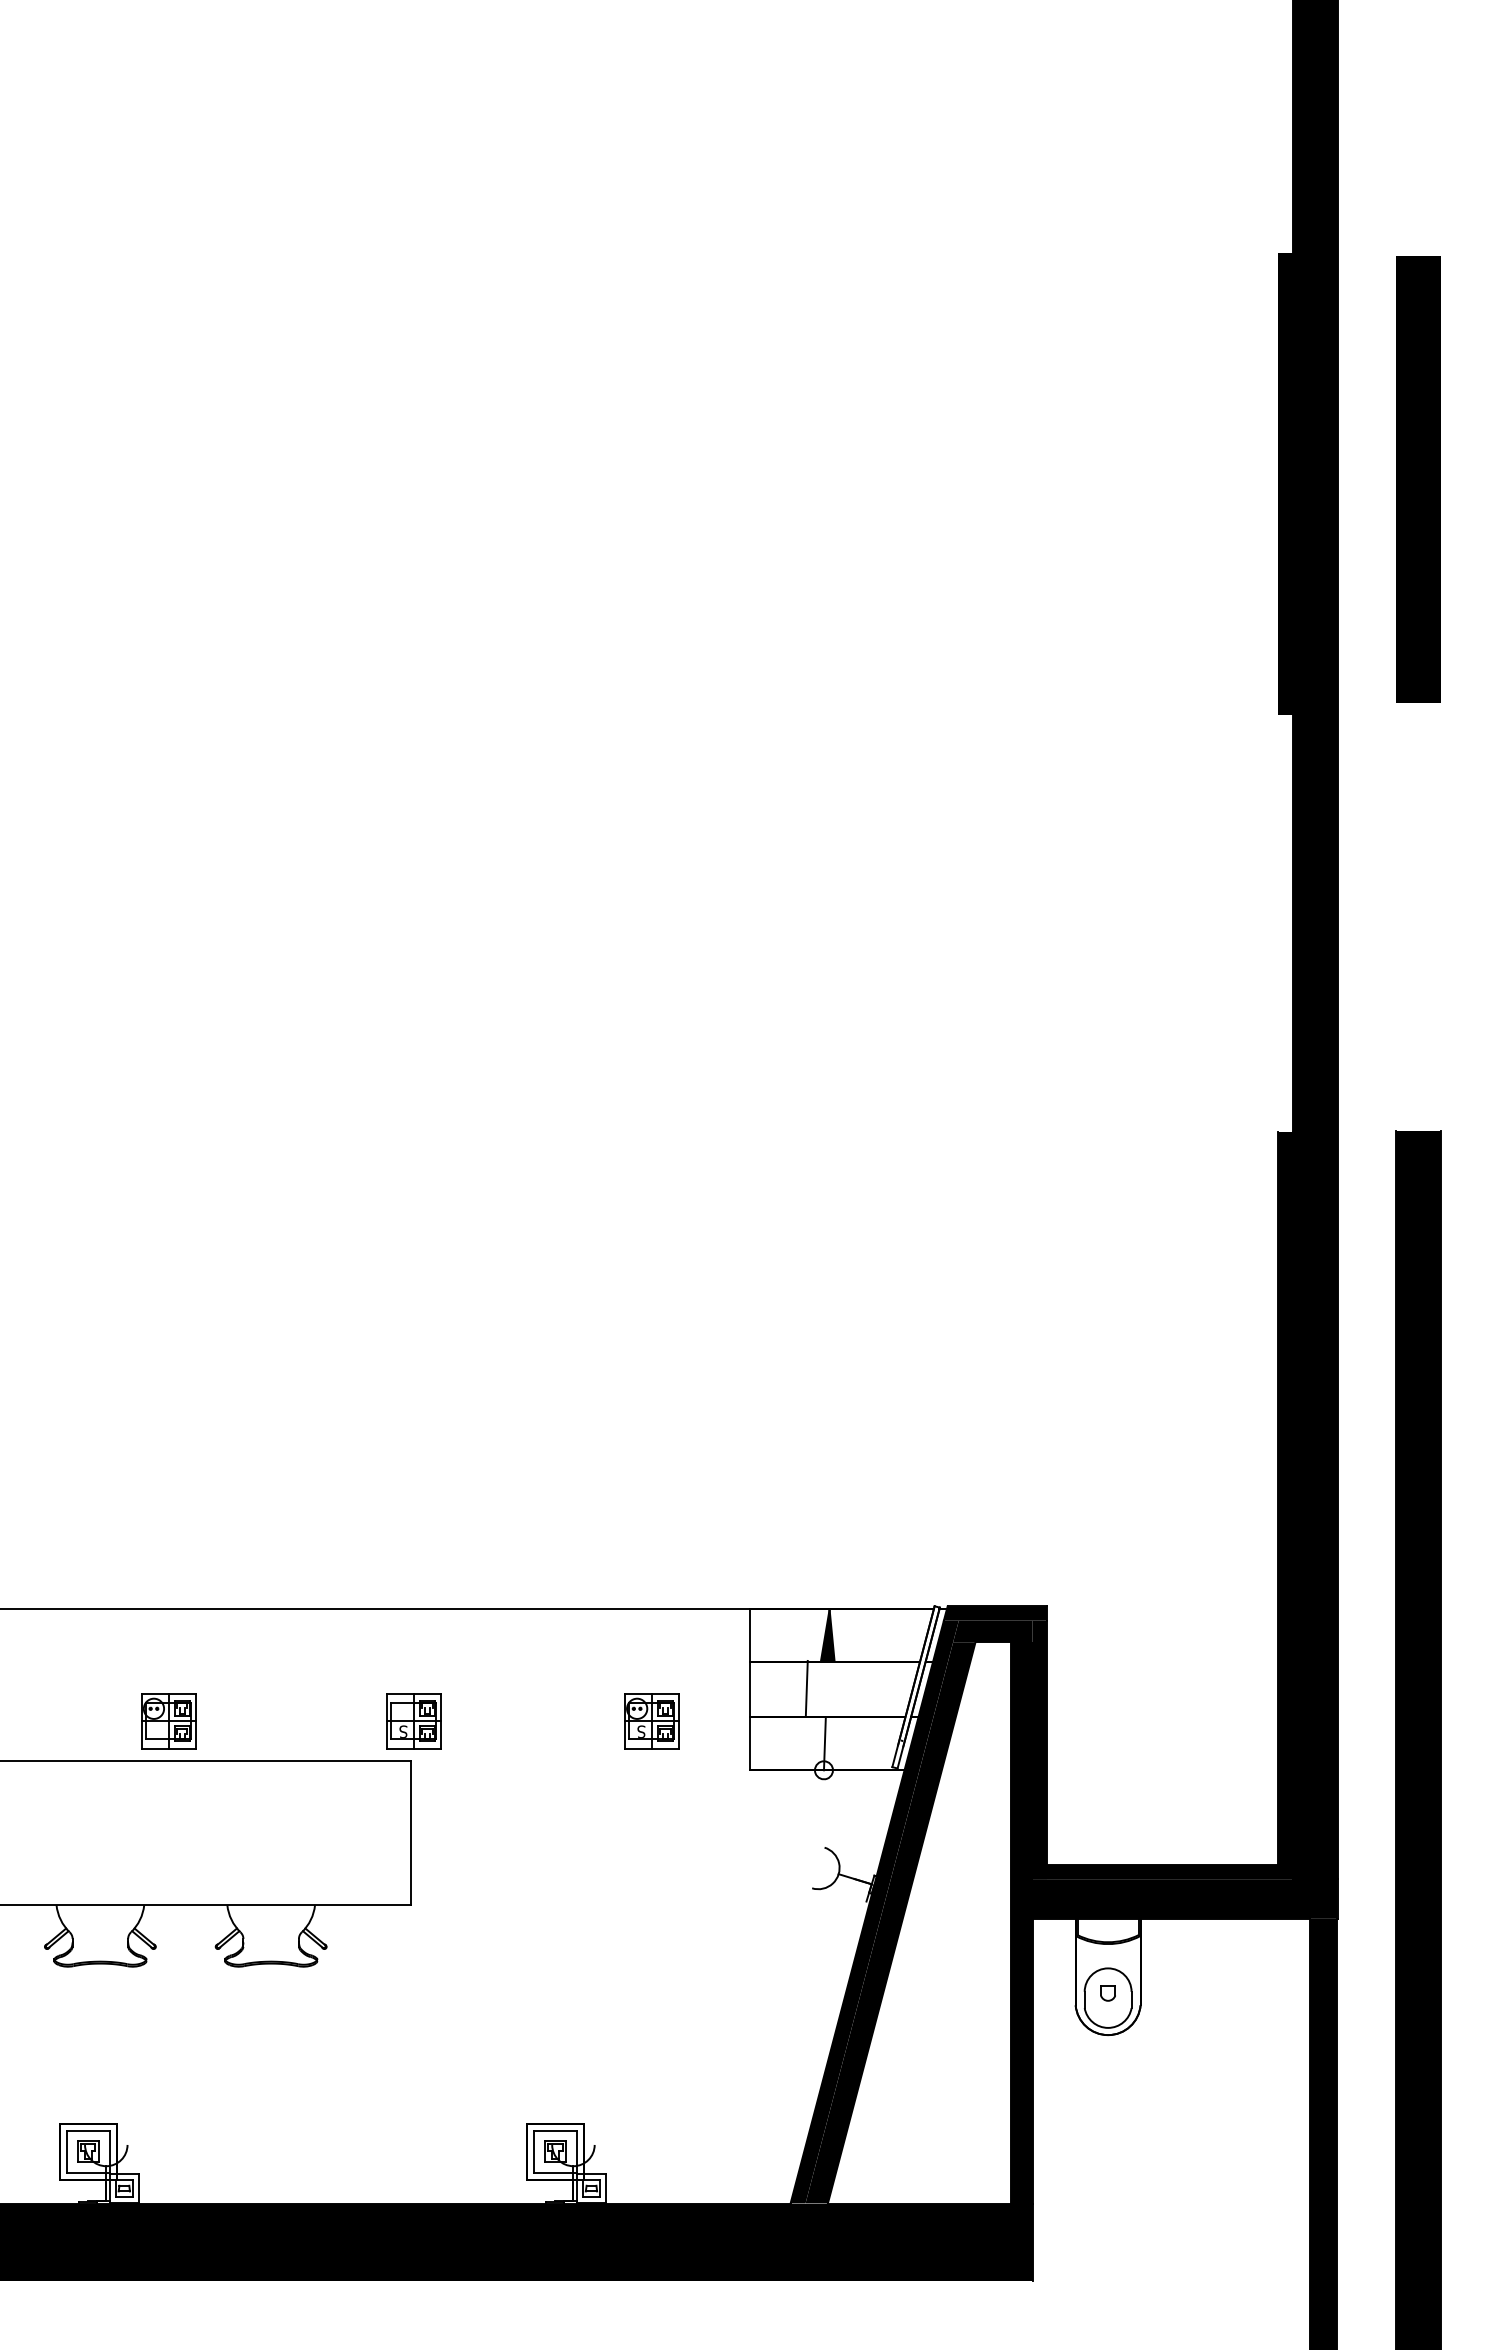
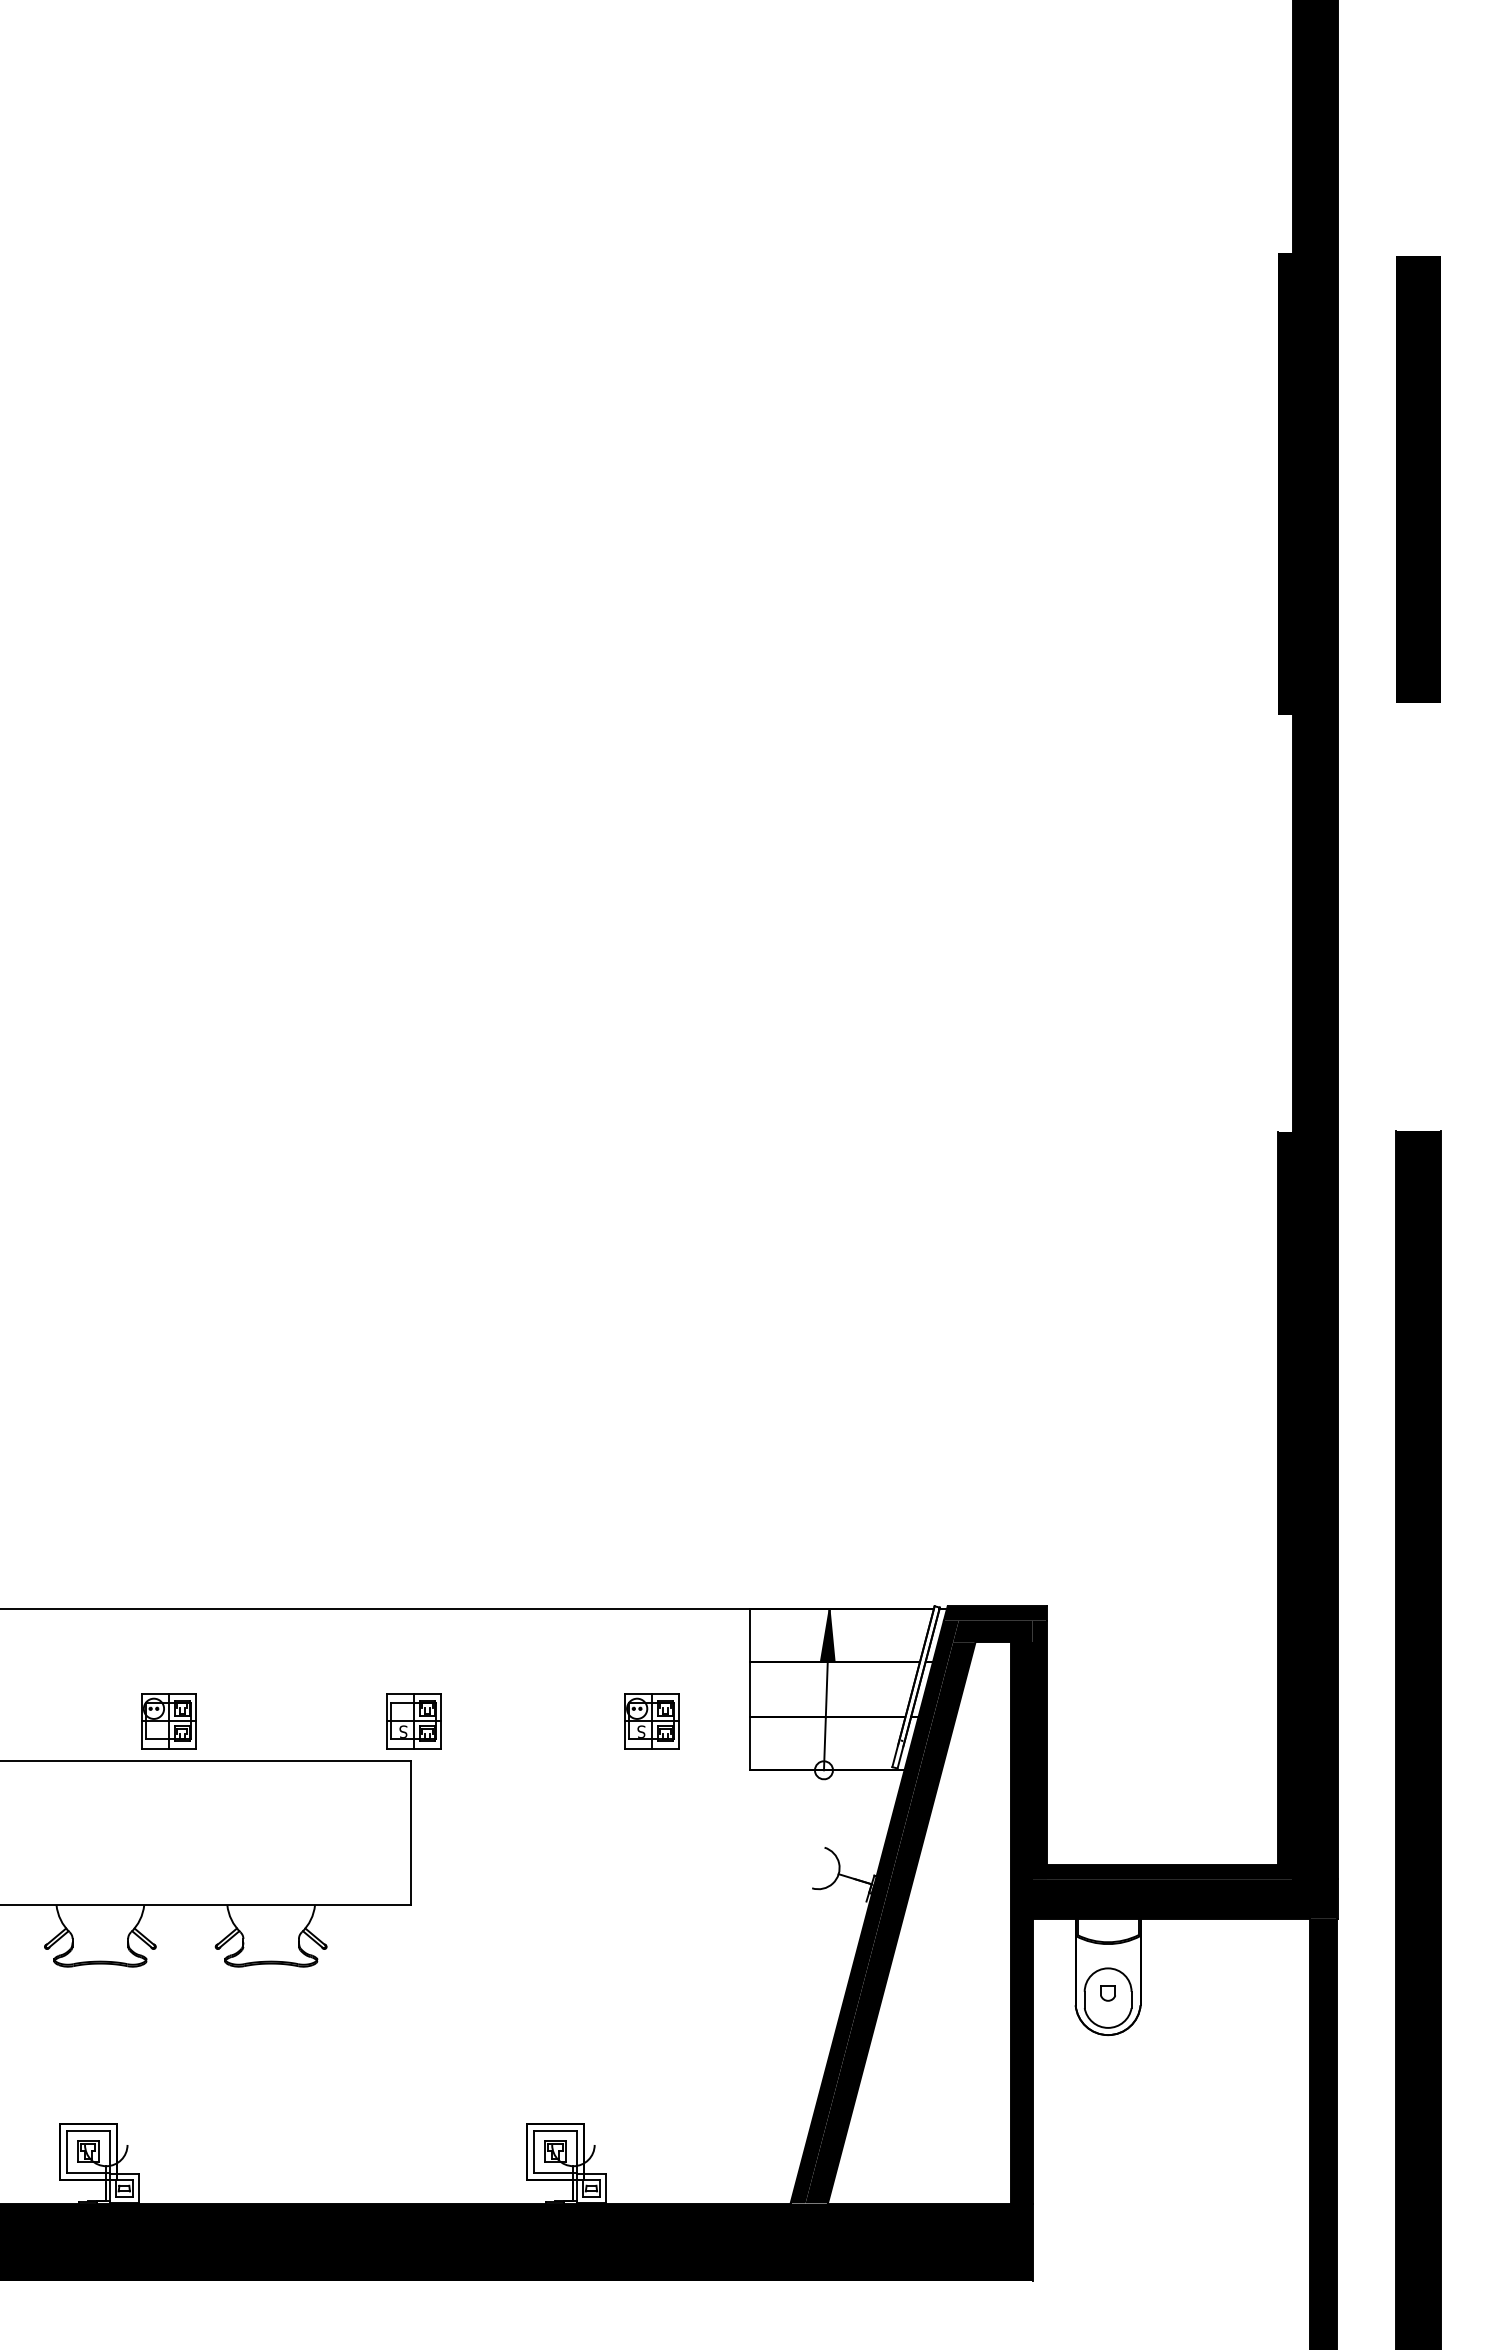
line at (806, 1688) position: (806, 1688) -> (826, 1689)
